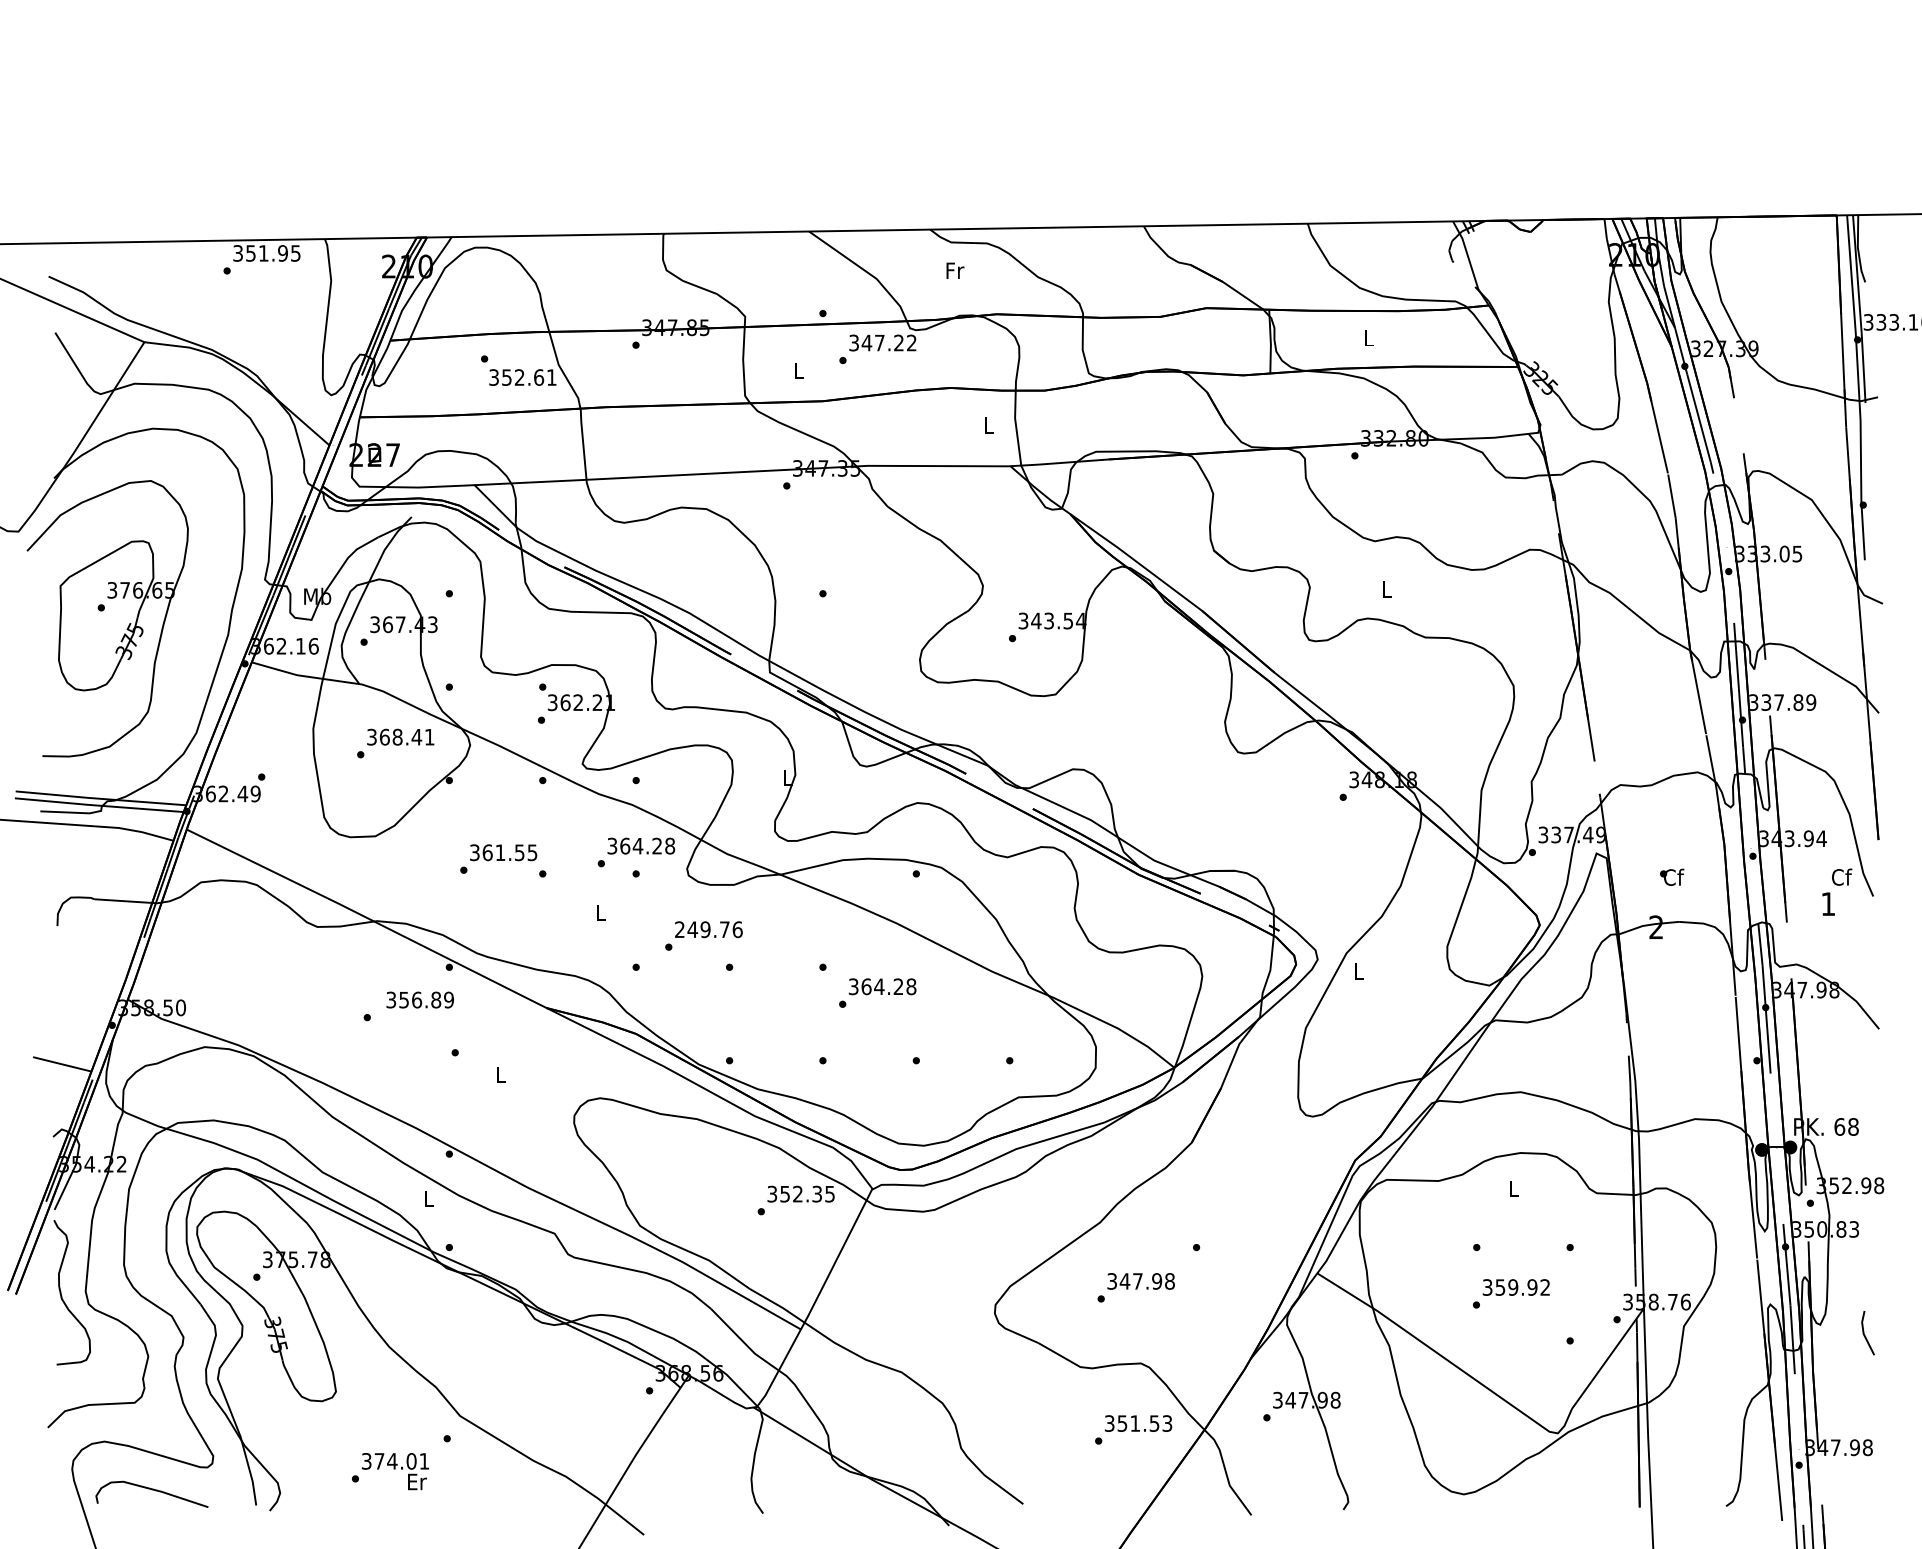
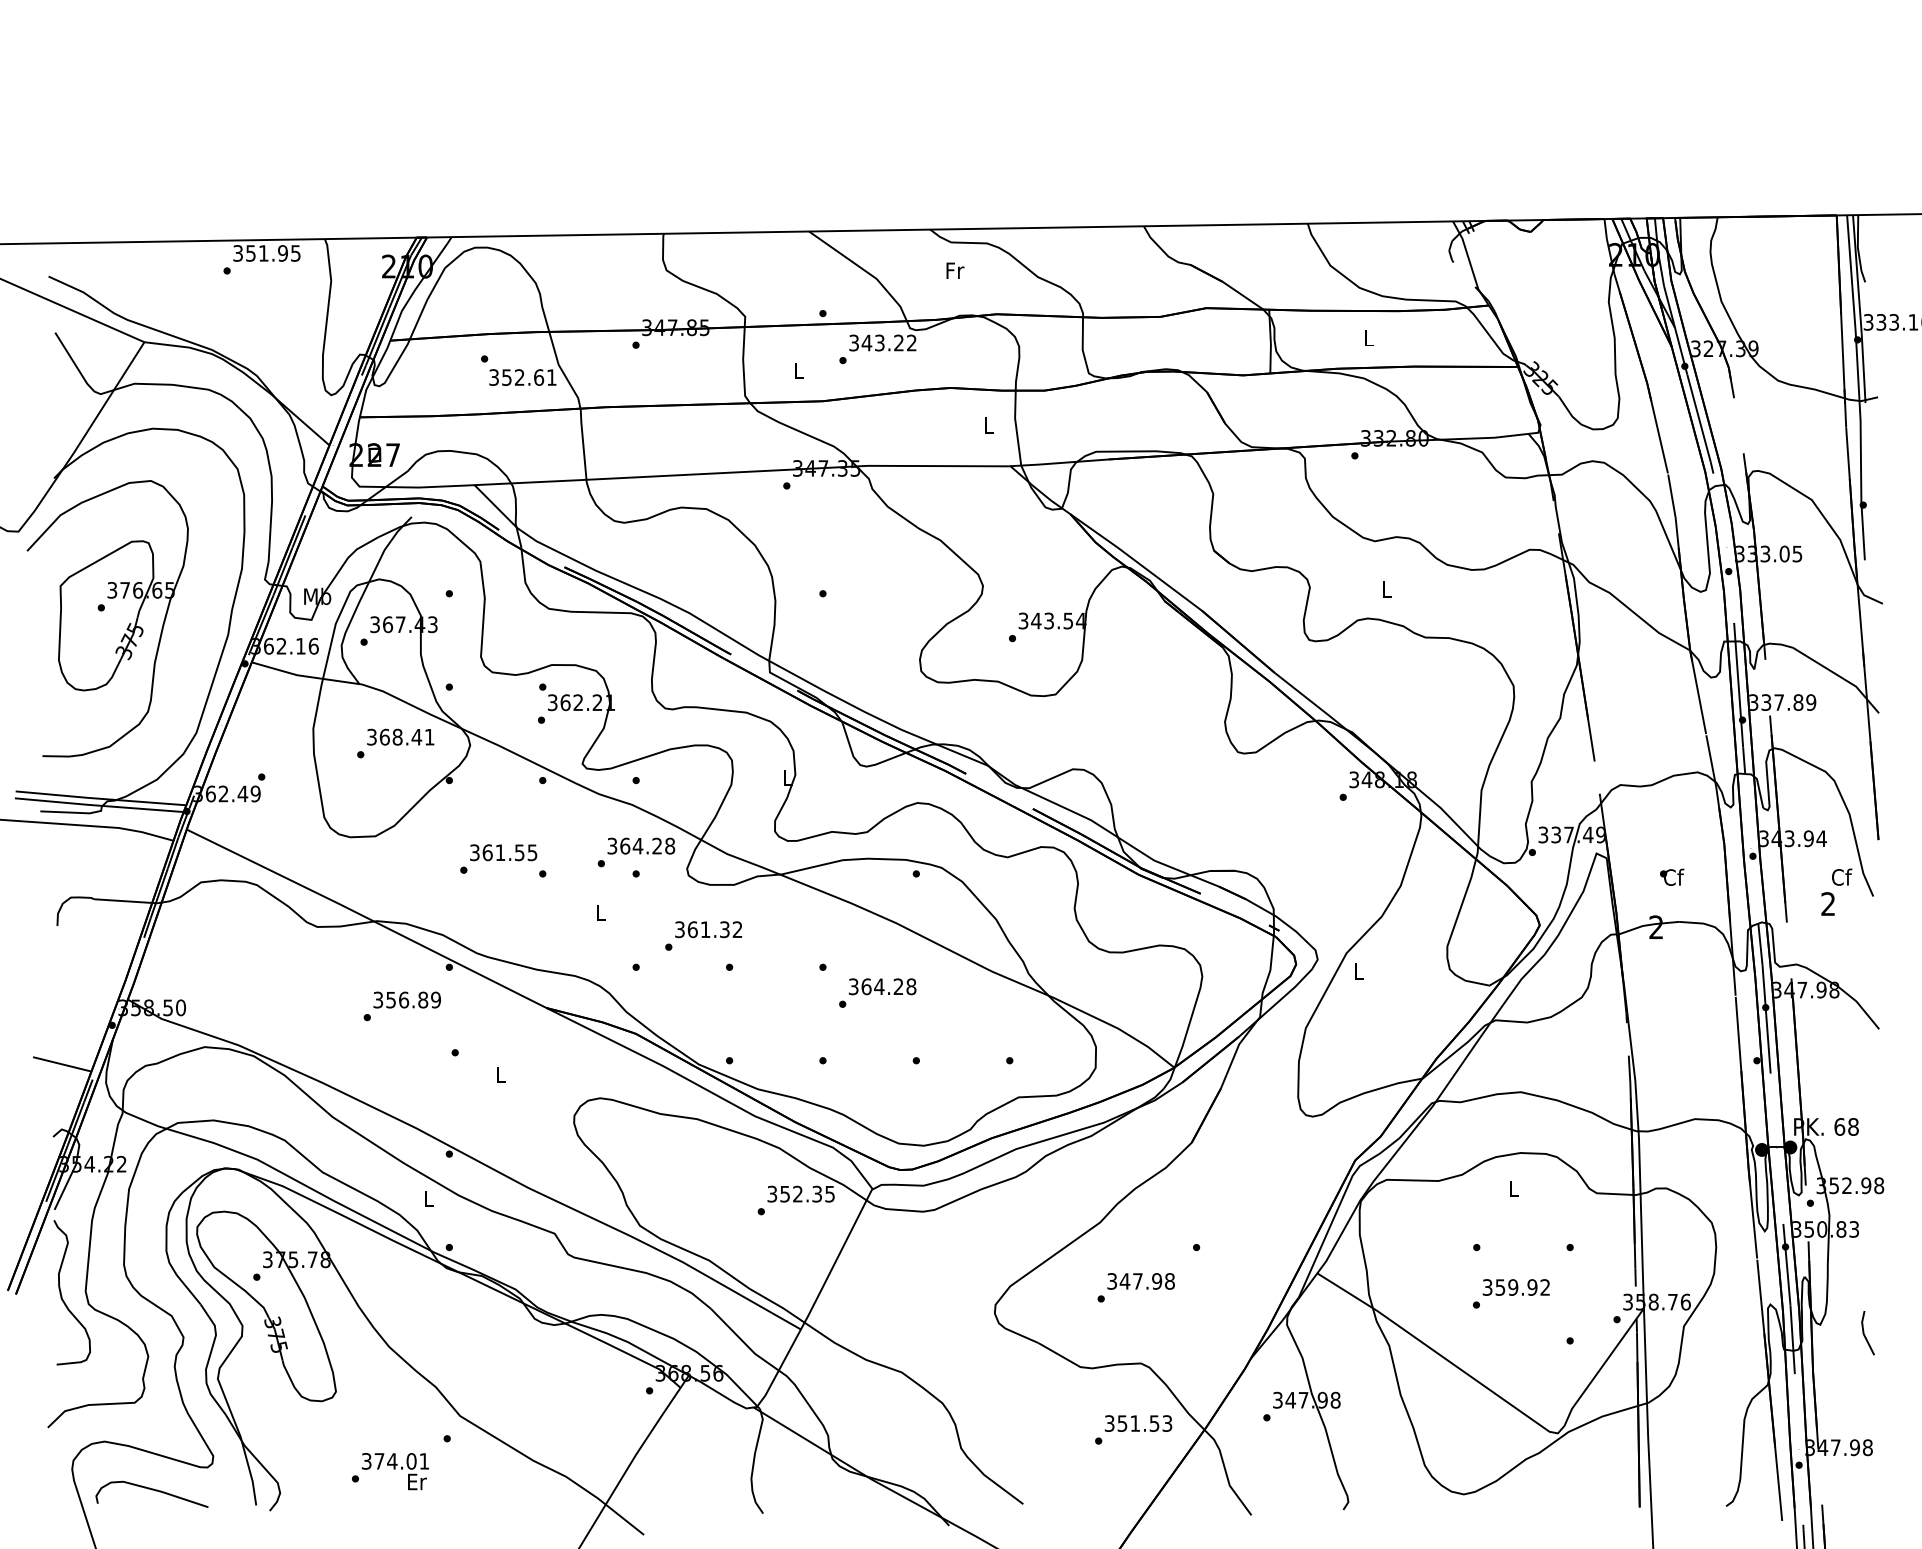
text at (879, 342): 347.22 -> 343.22
text at (1827, 903): 1 -> 2
text at (708, 929): 249.76 -> 361.32
text at (419, 999) position: (419, 999) -> (406, 999)
